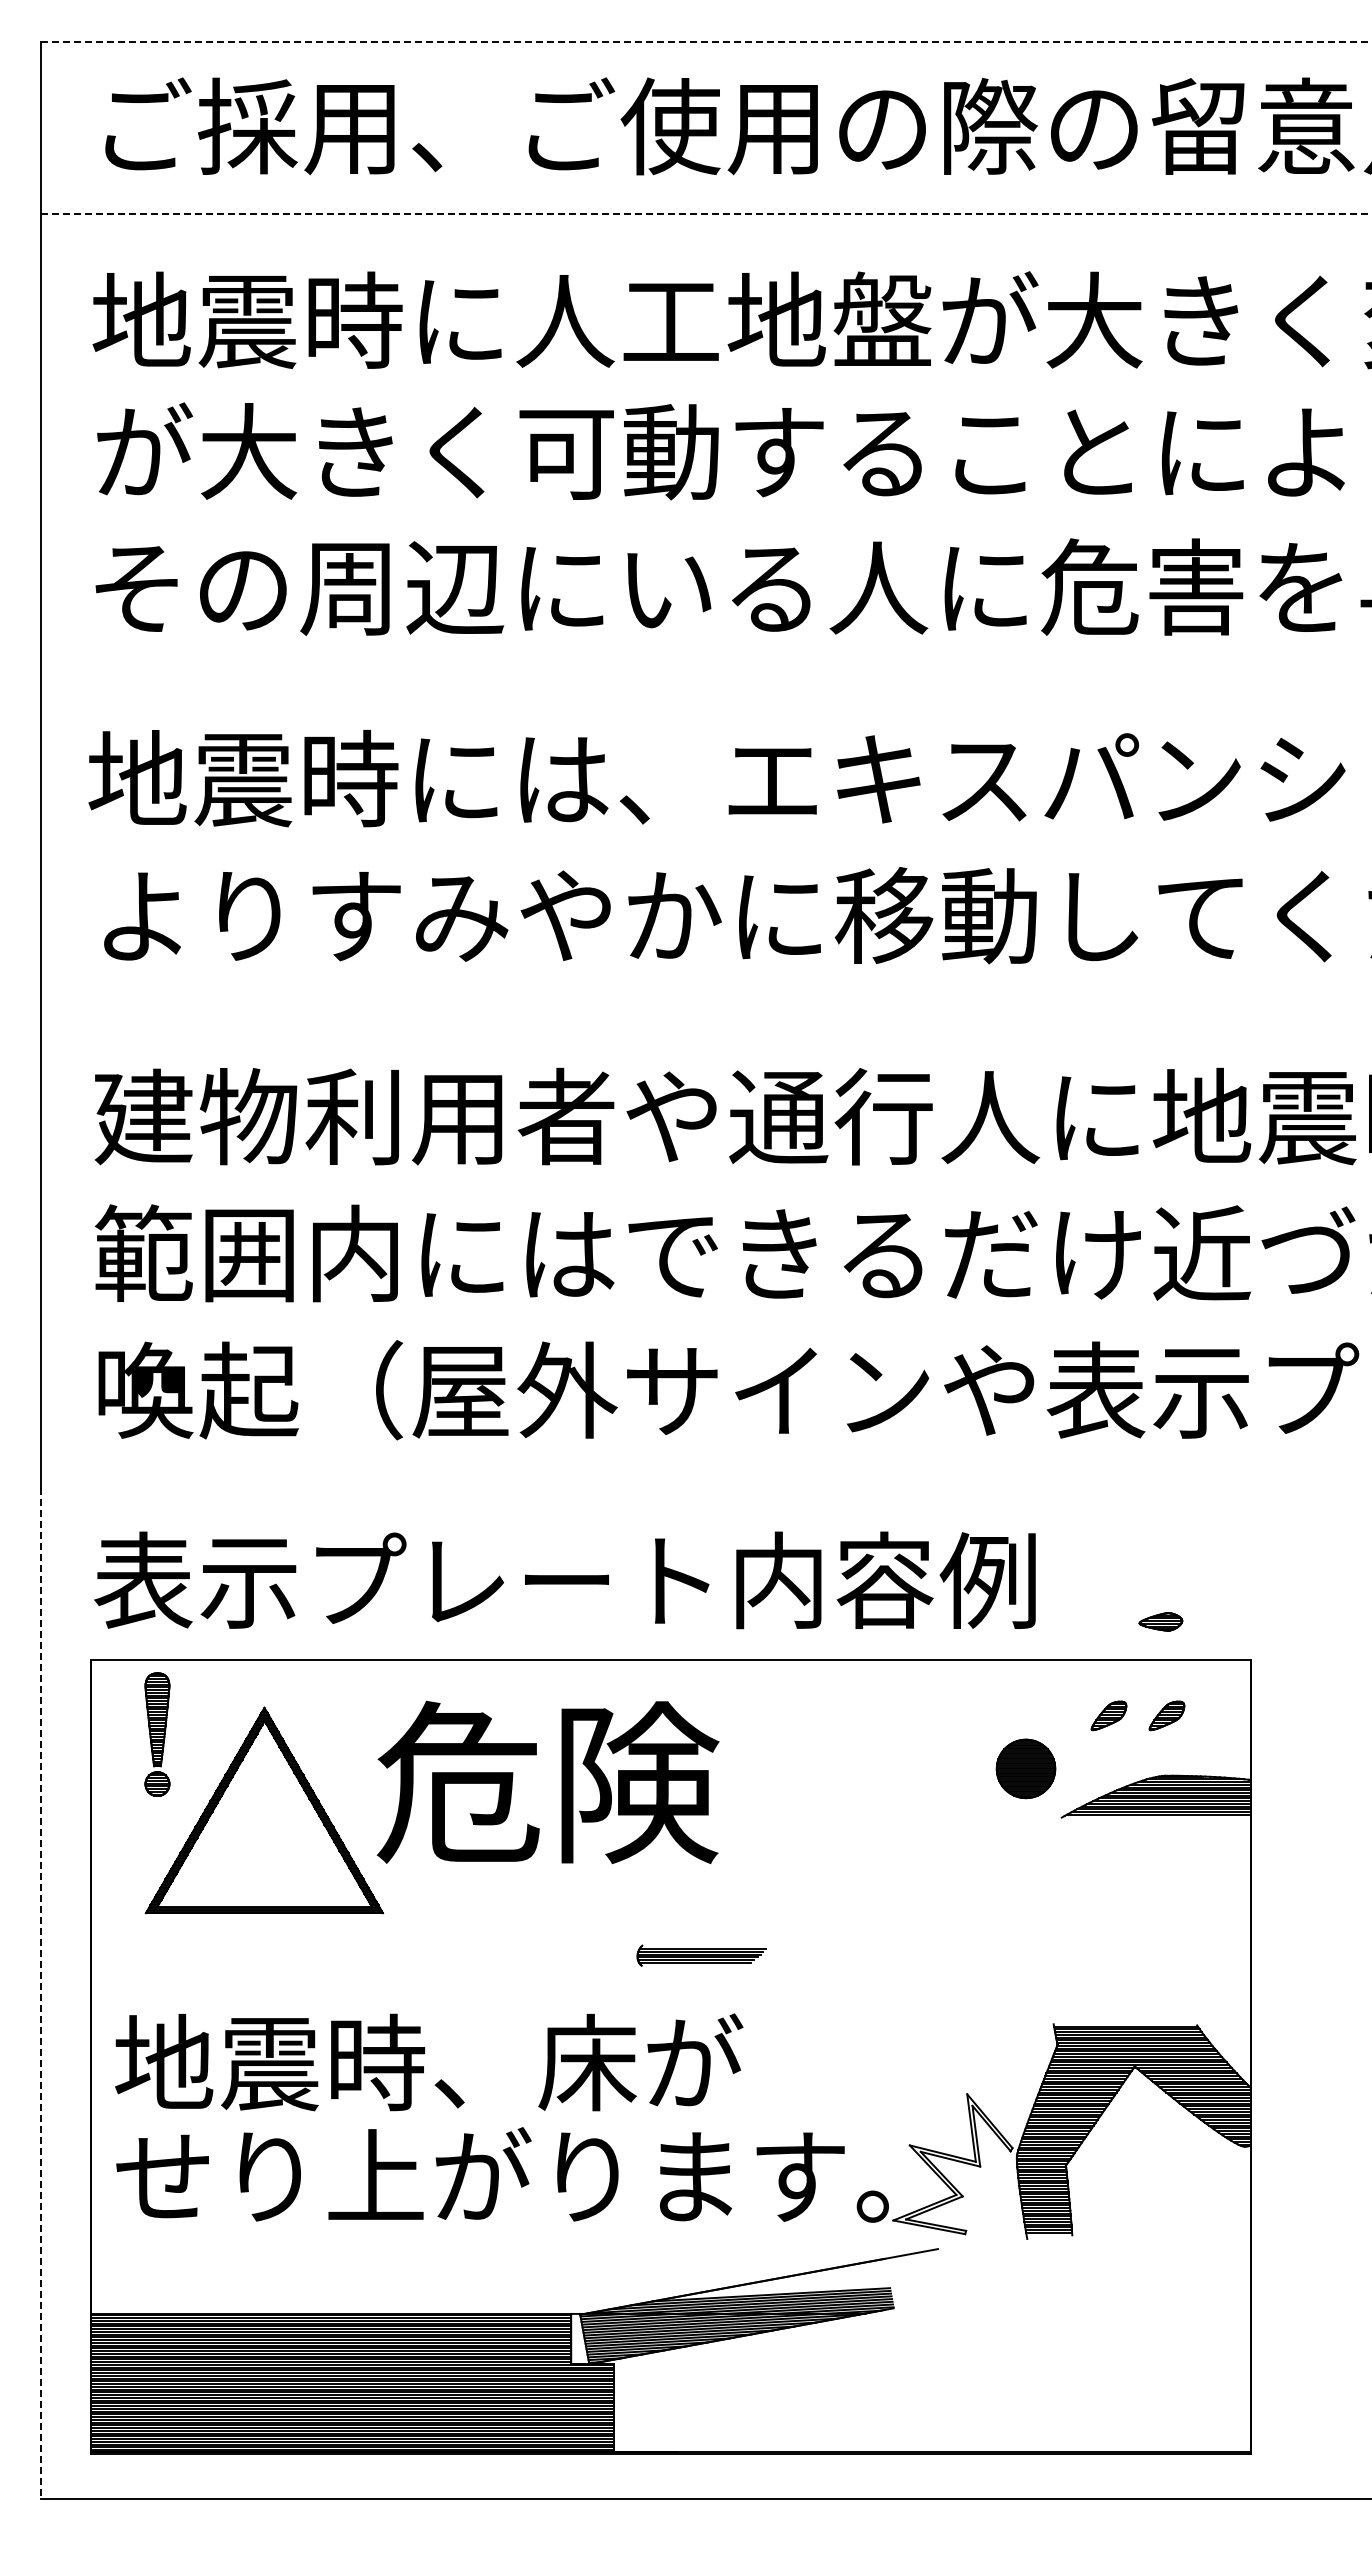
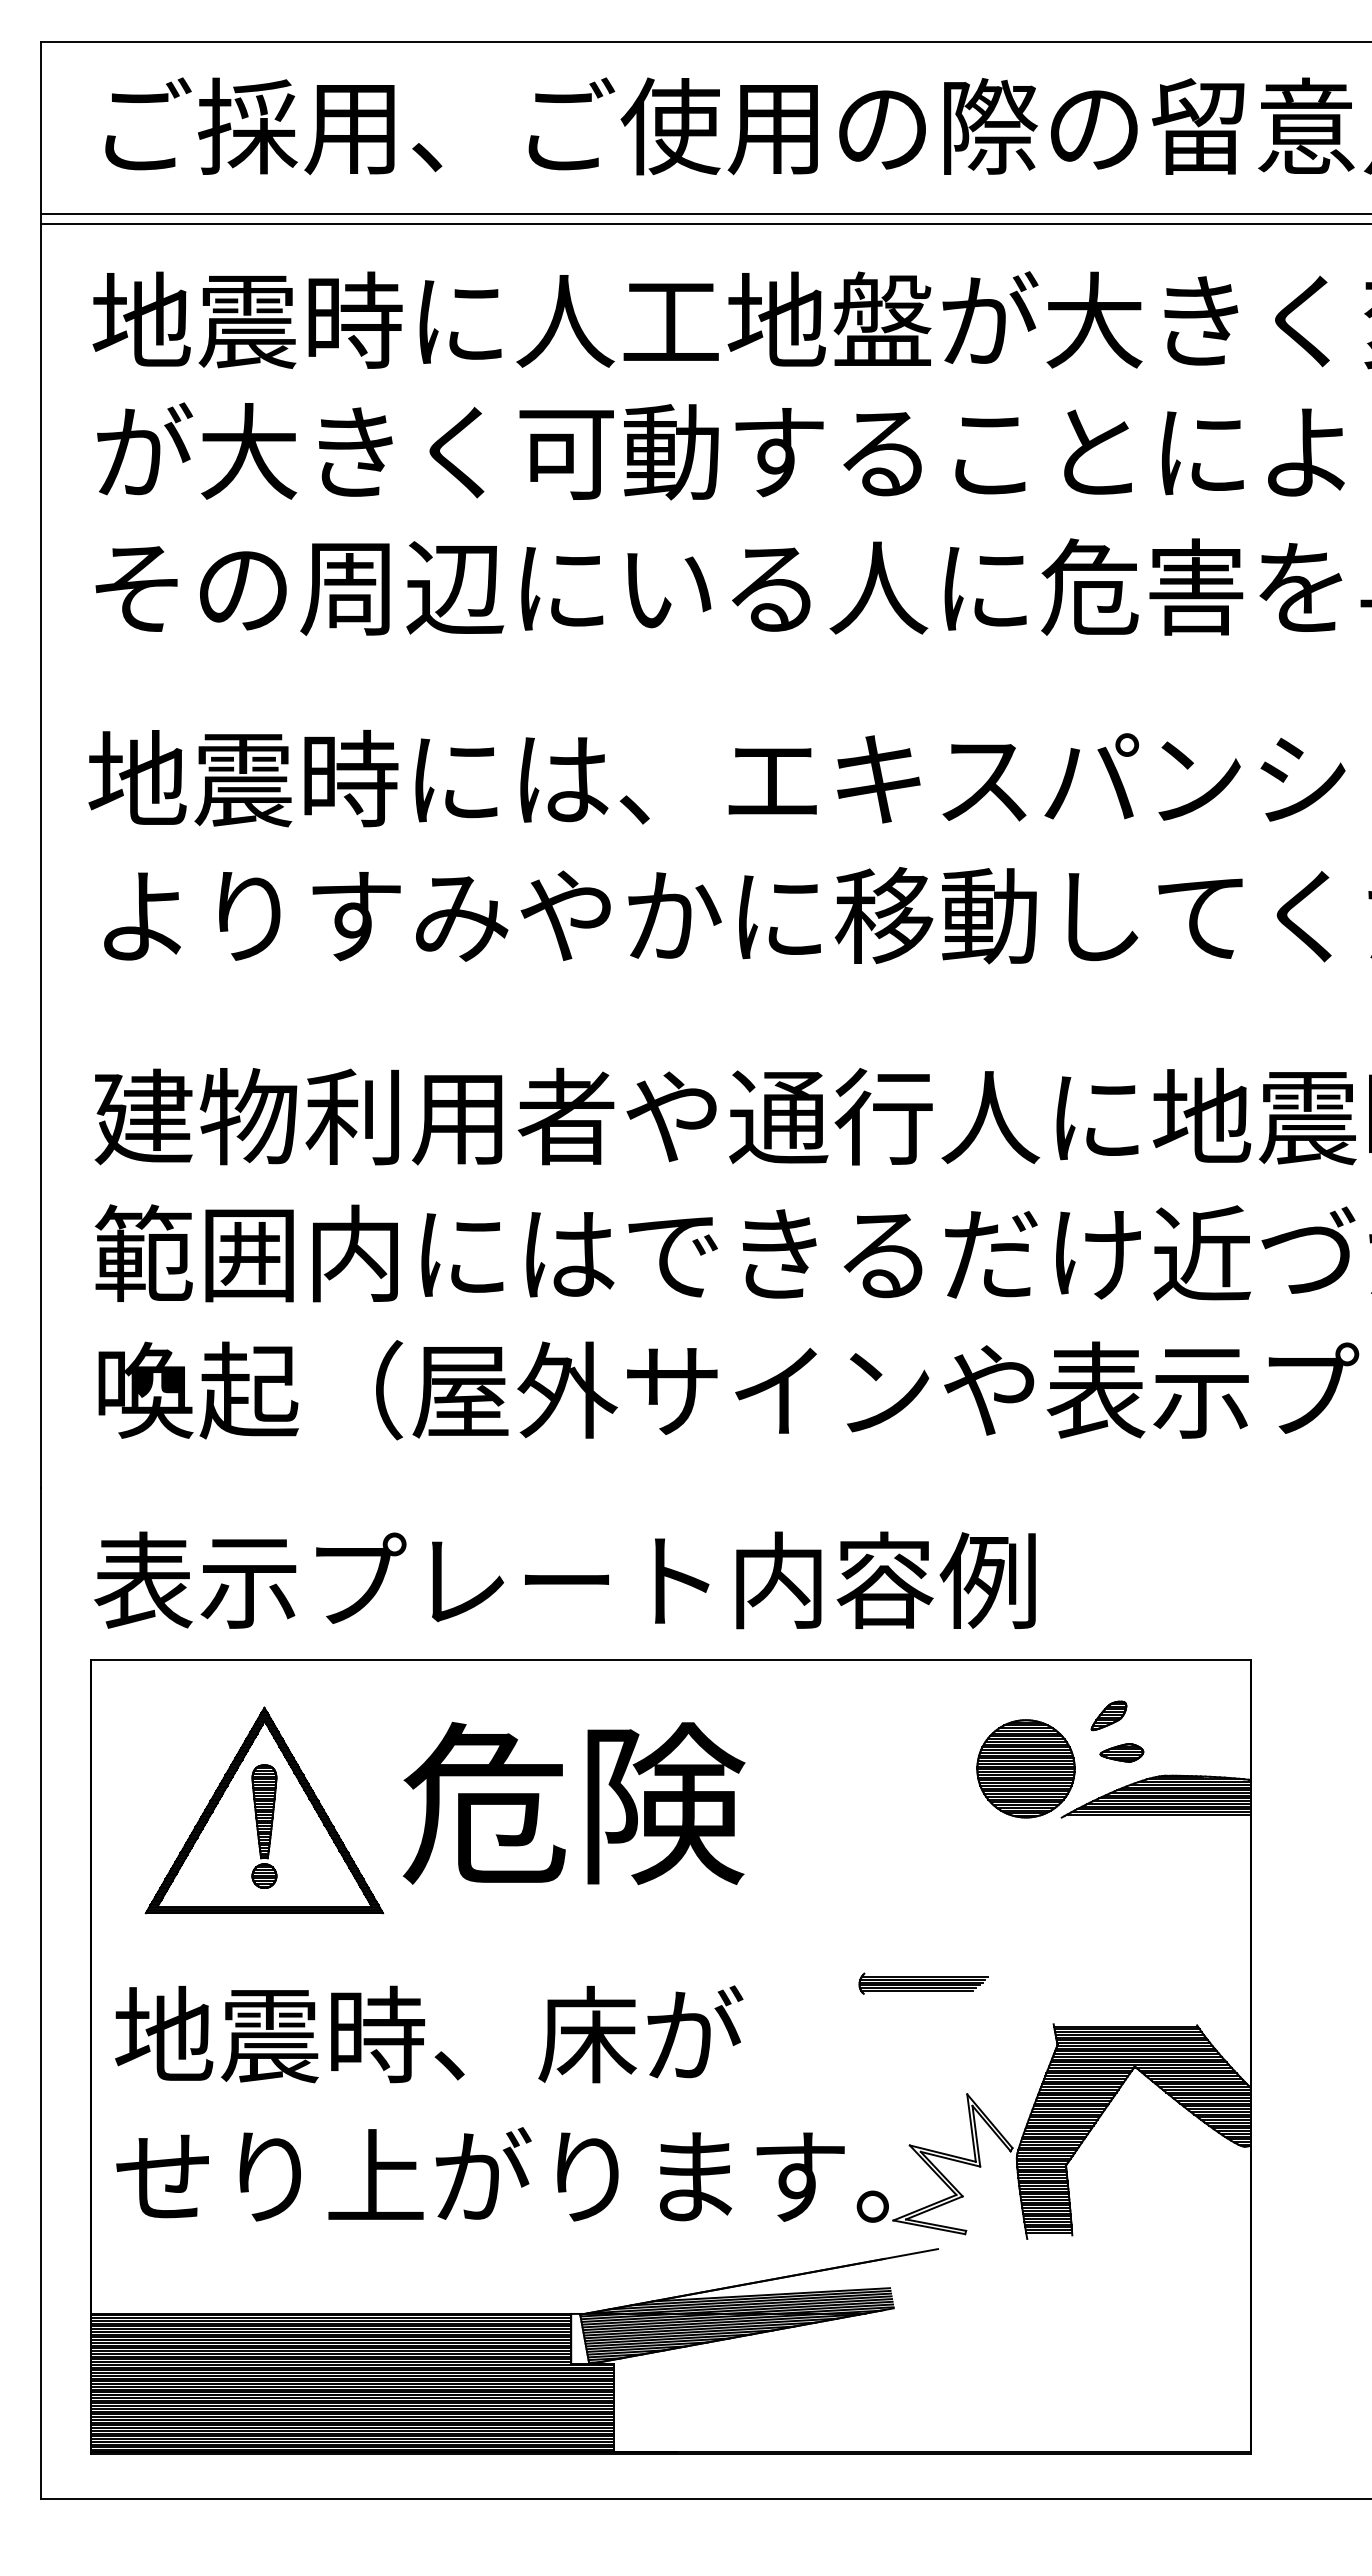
line at (706, 41): dashed -> solid
line at (706, 213): dashed -> solid
line at (704, 223): none -> present
part at (1160, 1621) position: (1160, 1621) -> (1121, 1752)
part at (1166, 1715): present -> none
part at (157, 1734) position: (157, 1734) -> (264, 1826)
part at (1025, 1768) size: 62x62 px -> 100x100 px
text at (547, 1782) position: (547, 1782) -> (573, 1803)
part at (701, 1955) position: (701, 1955) -> (923, 1983)
line at (41, 1993): dashed -> solid
text at (429, 2062) position: (429, 2062) -> (429, 2034)
